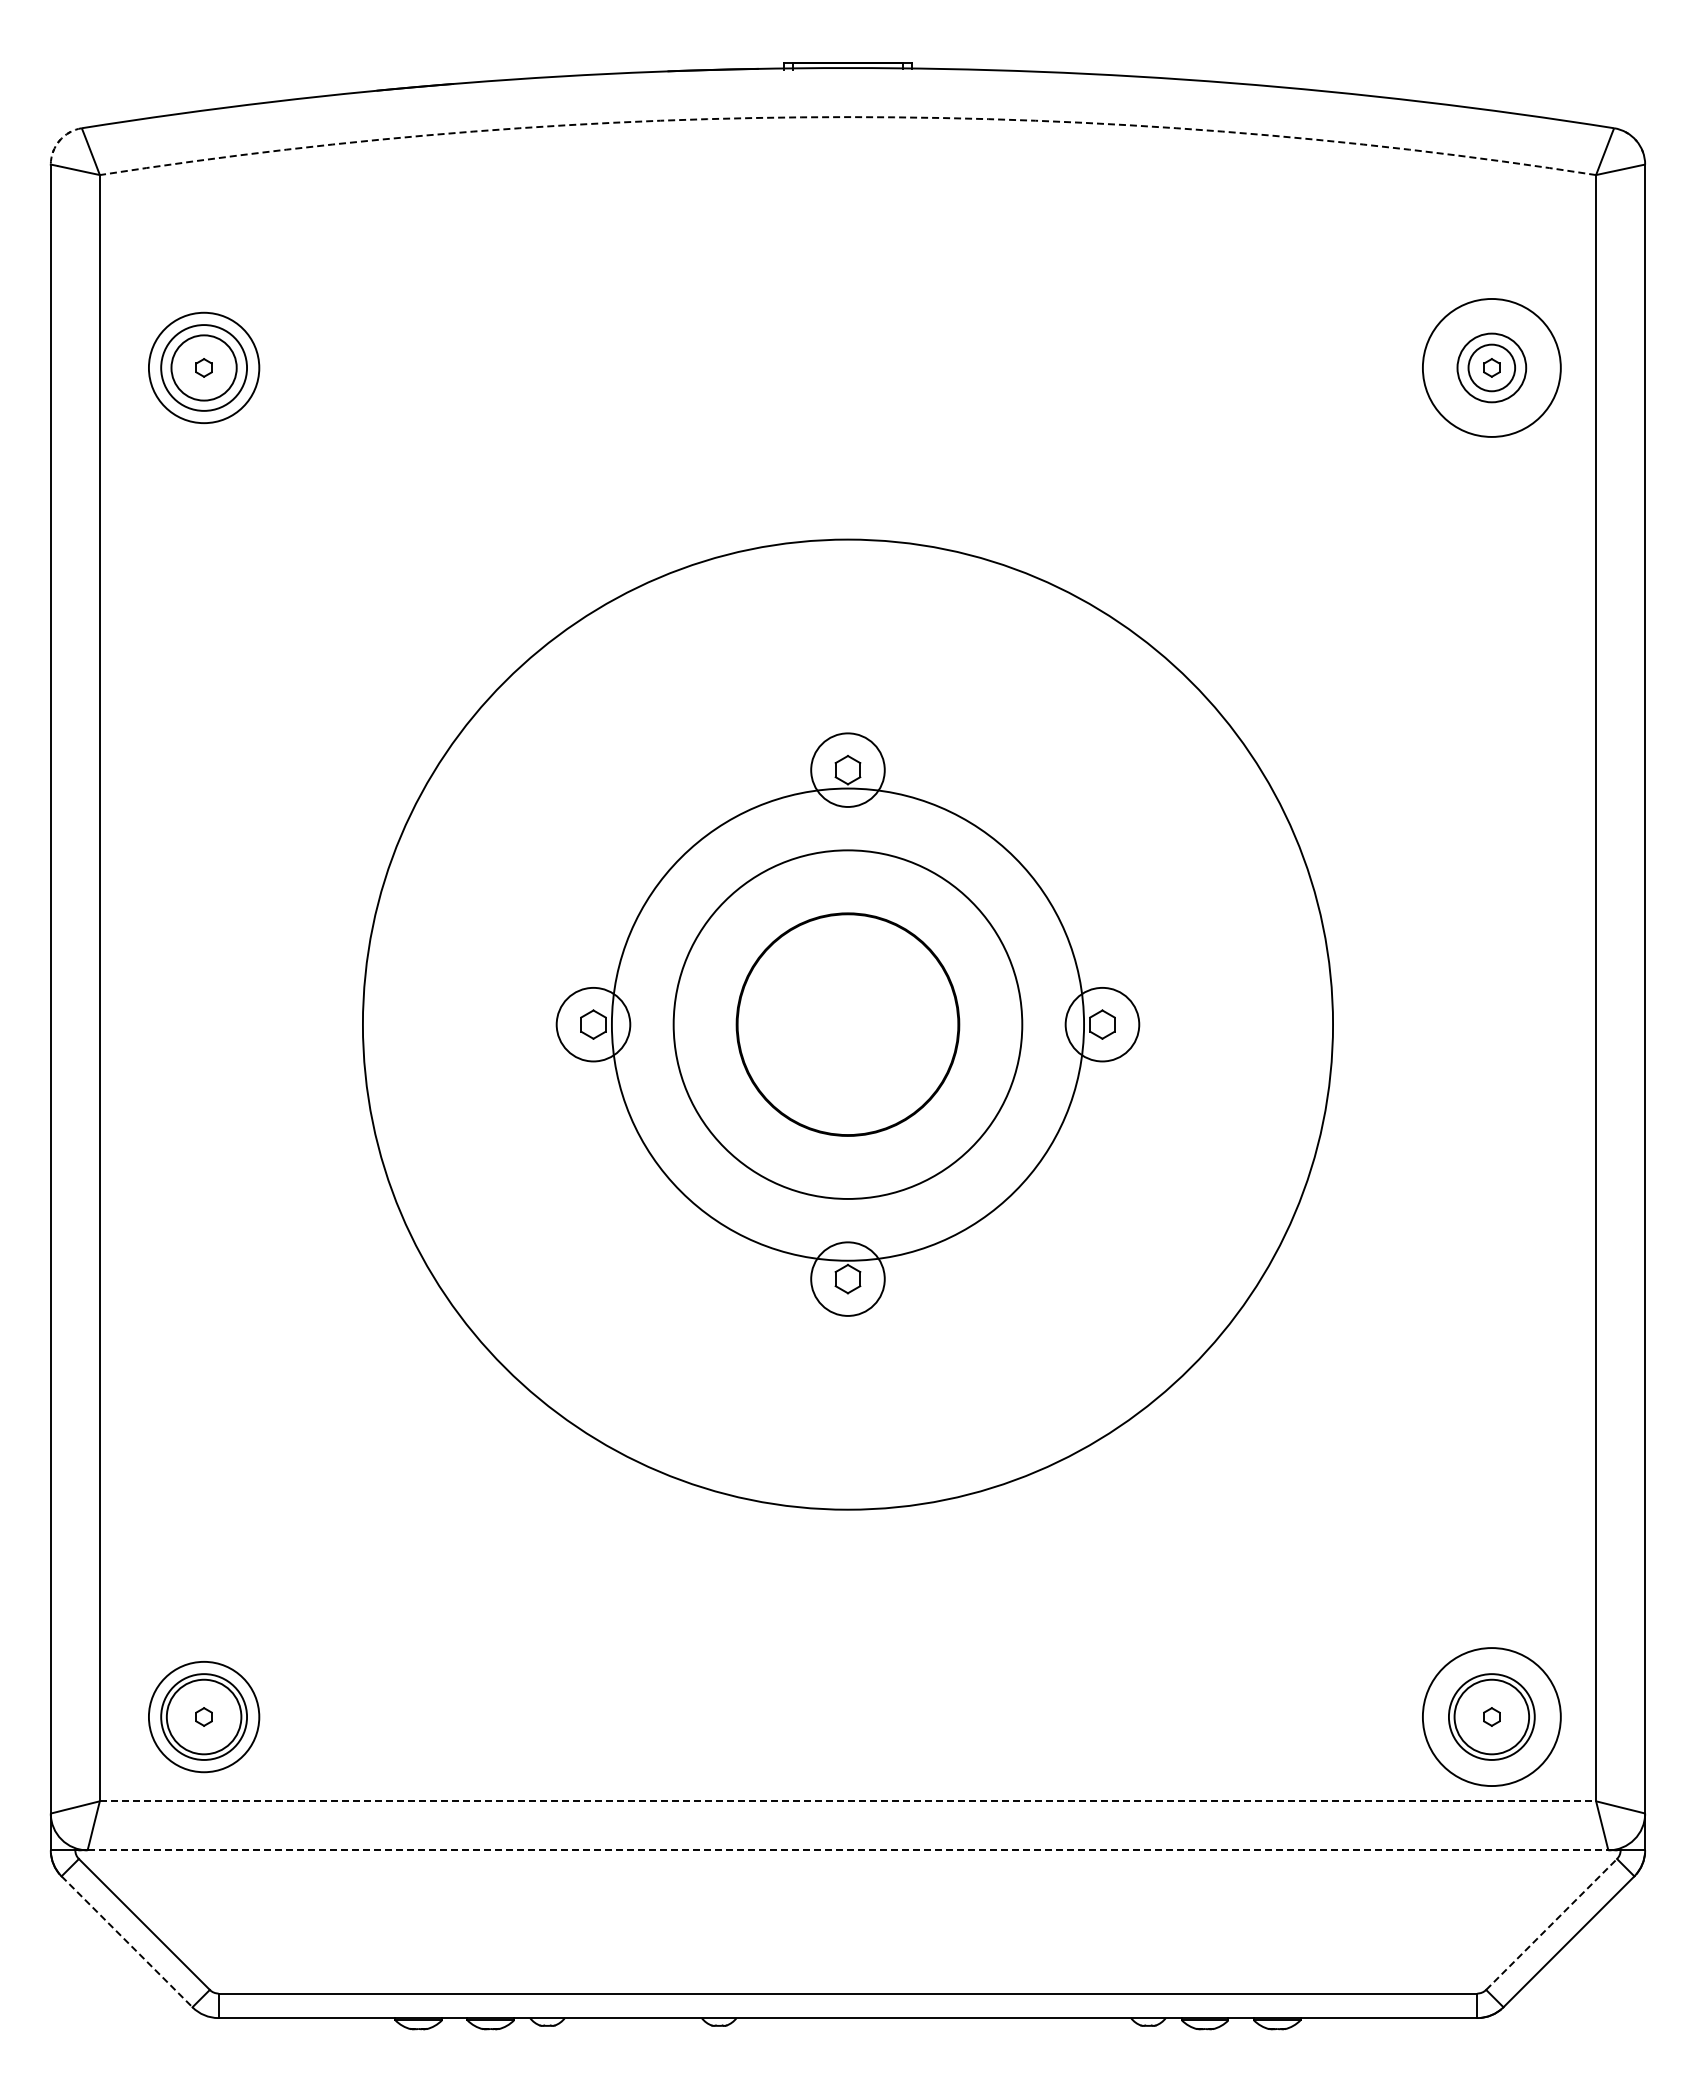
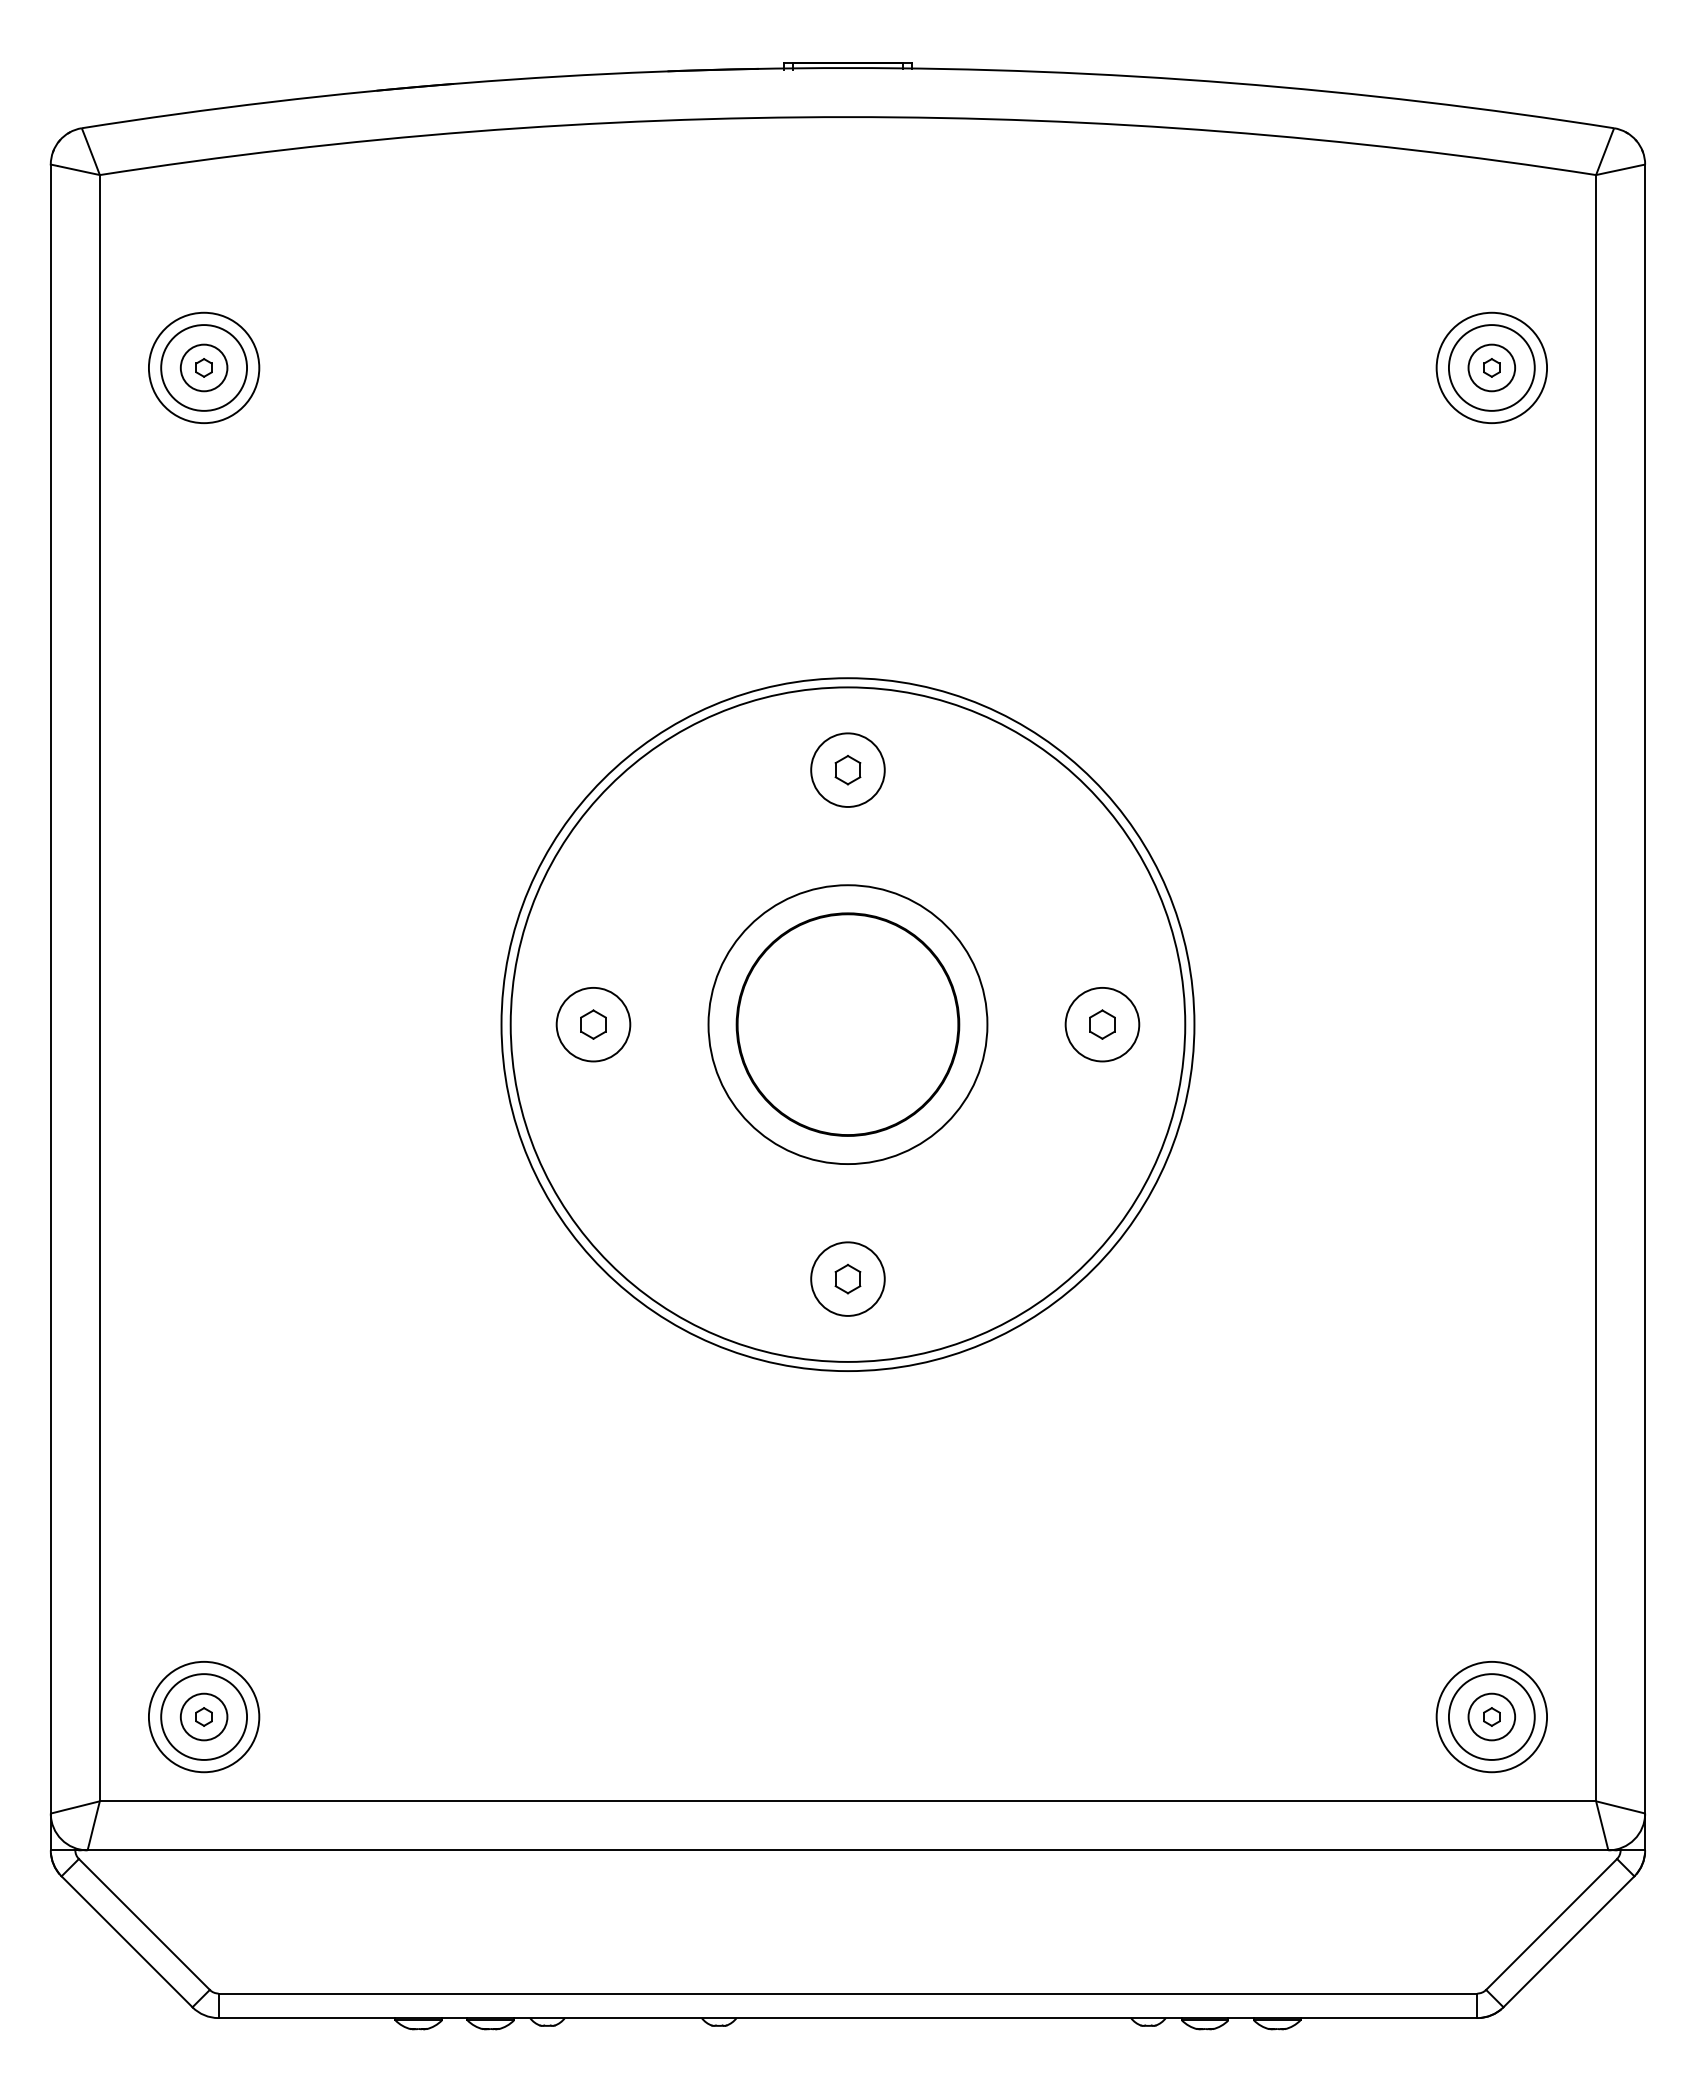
arc at (847, 117): dashed -> solid
arc at (59, 140): dashed -> solid
circle at (203, 367) diameter: 65 px -> 47 px
circle at (1491, 367) diameter: 138 px -> 110 px
circle at (1491, 367) diameter: 69 px -> 86 px
circle at (847, 1024) diameter: 349 px -> 279 px
circle at (847, 1024) diameter: 472 px -> 675 px
circle at (847, 1024) diameter: 970 px -> 693 px
circle at (203, 1716) diameter: 75 px -> 47 px
circle at (1491, 1716) diameter: 75 px -> 47 px
circle at (1491, 1717) diameter: 138 px -> 110 px
line at (848, 1801): dashed -> solid
line at (848, 1850): dashed -> solid
line at (1551, 1924): dashed -> solid
line at (127, 1941): dashed -> solid
